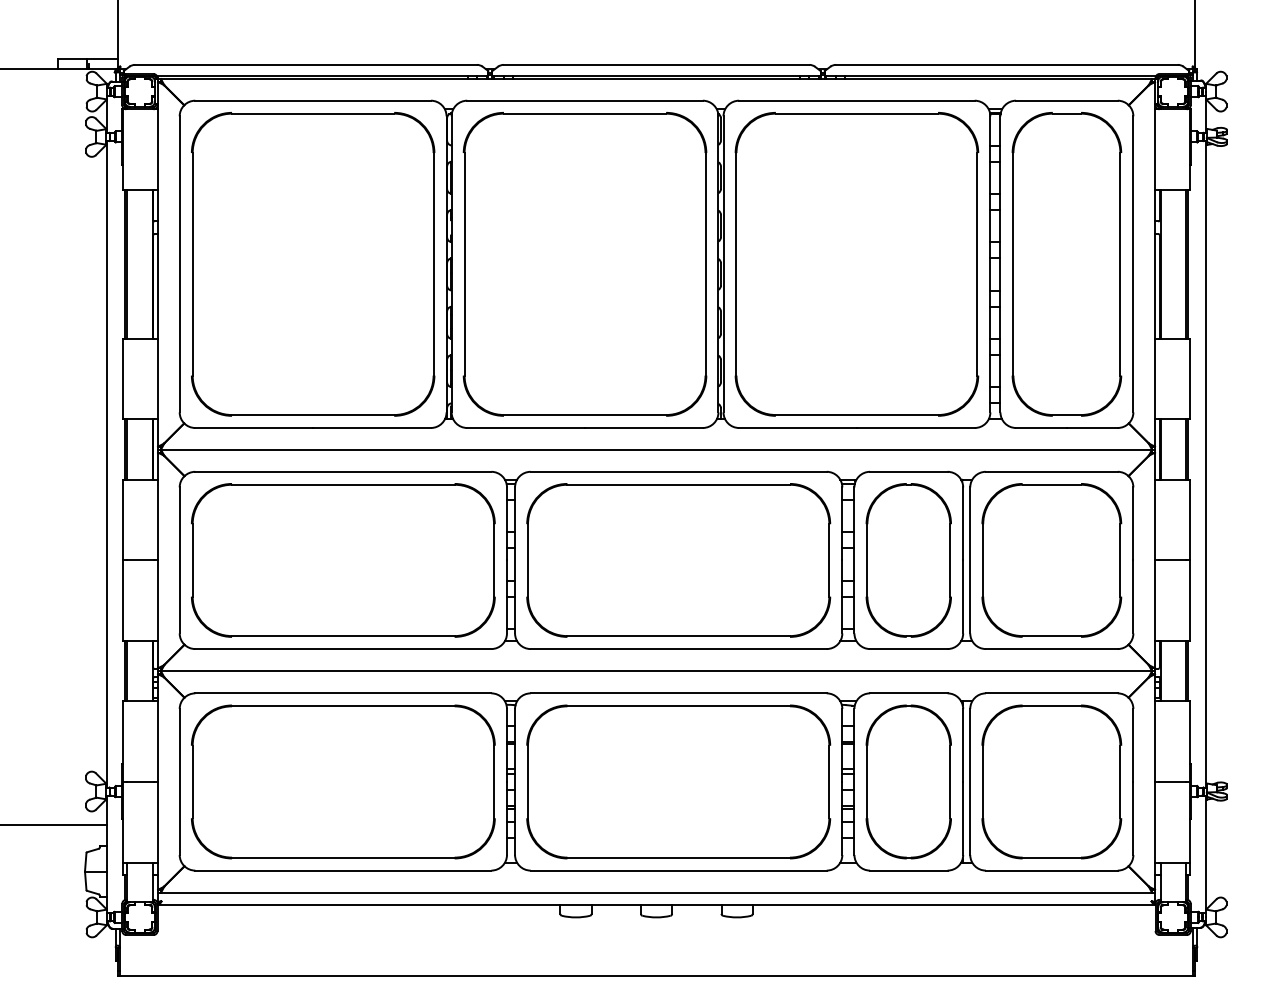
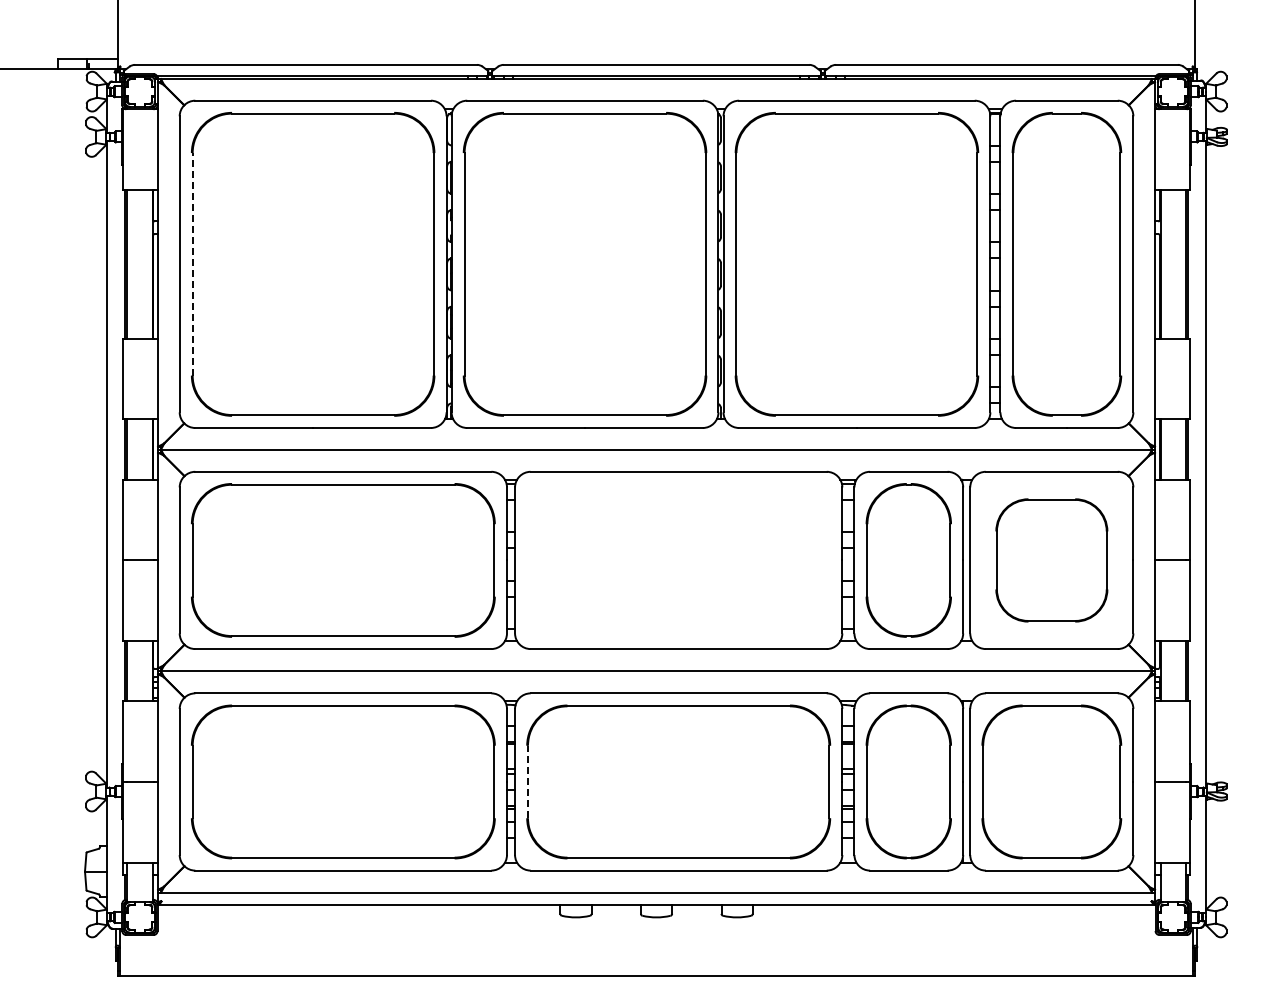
line at (192, 263): solid -> dashed
part at (678, 560): present -> none
part at (1051, 560) size: 142x155 px -> 114x125 px
line at (528, 781): solid -> dashed
line at (54, 824): present -> none
